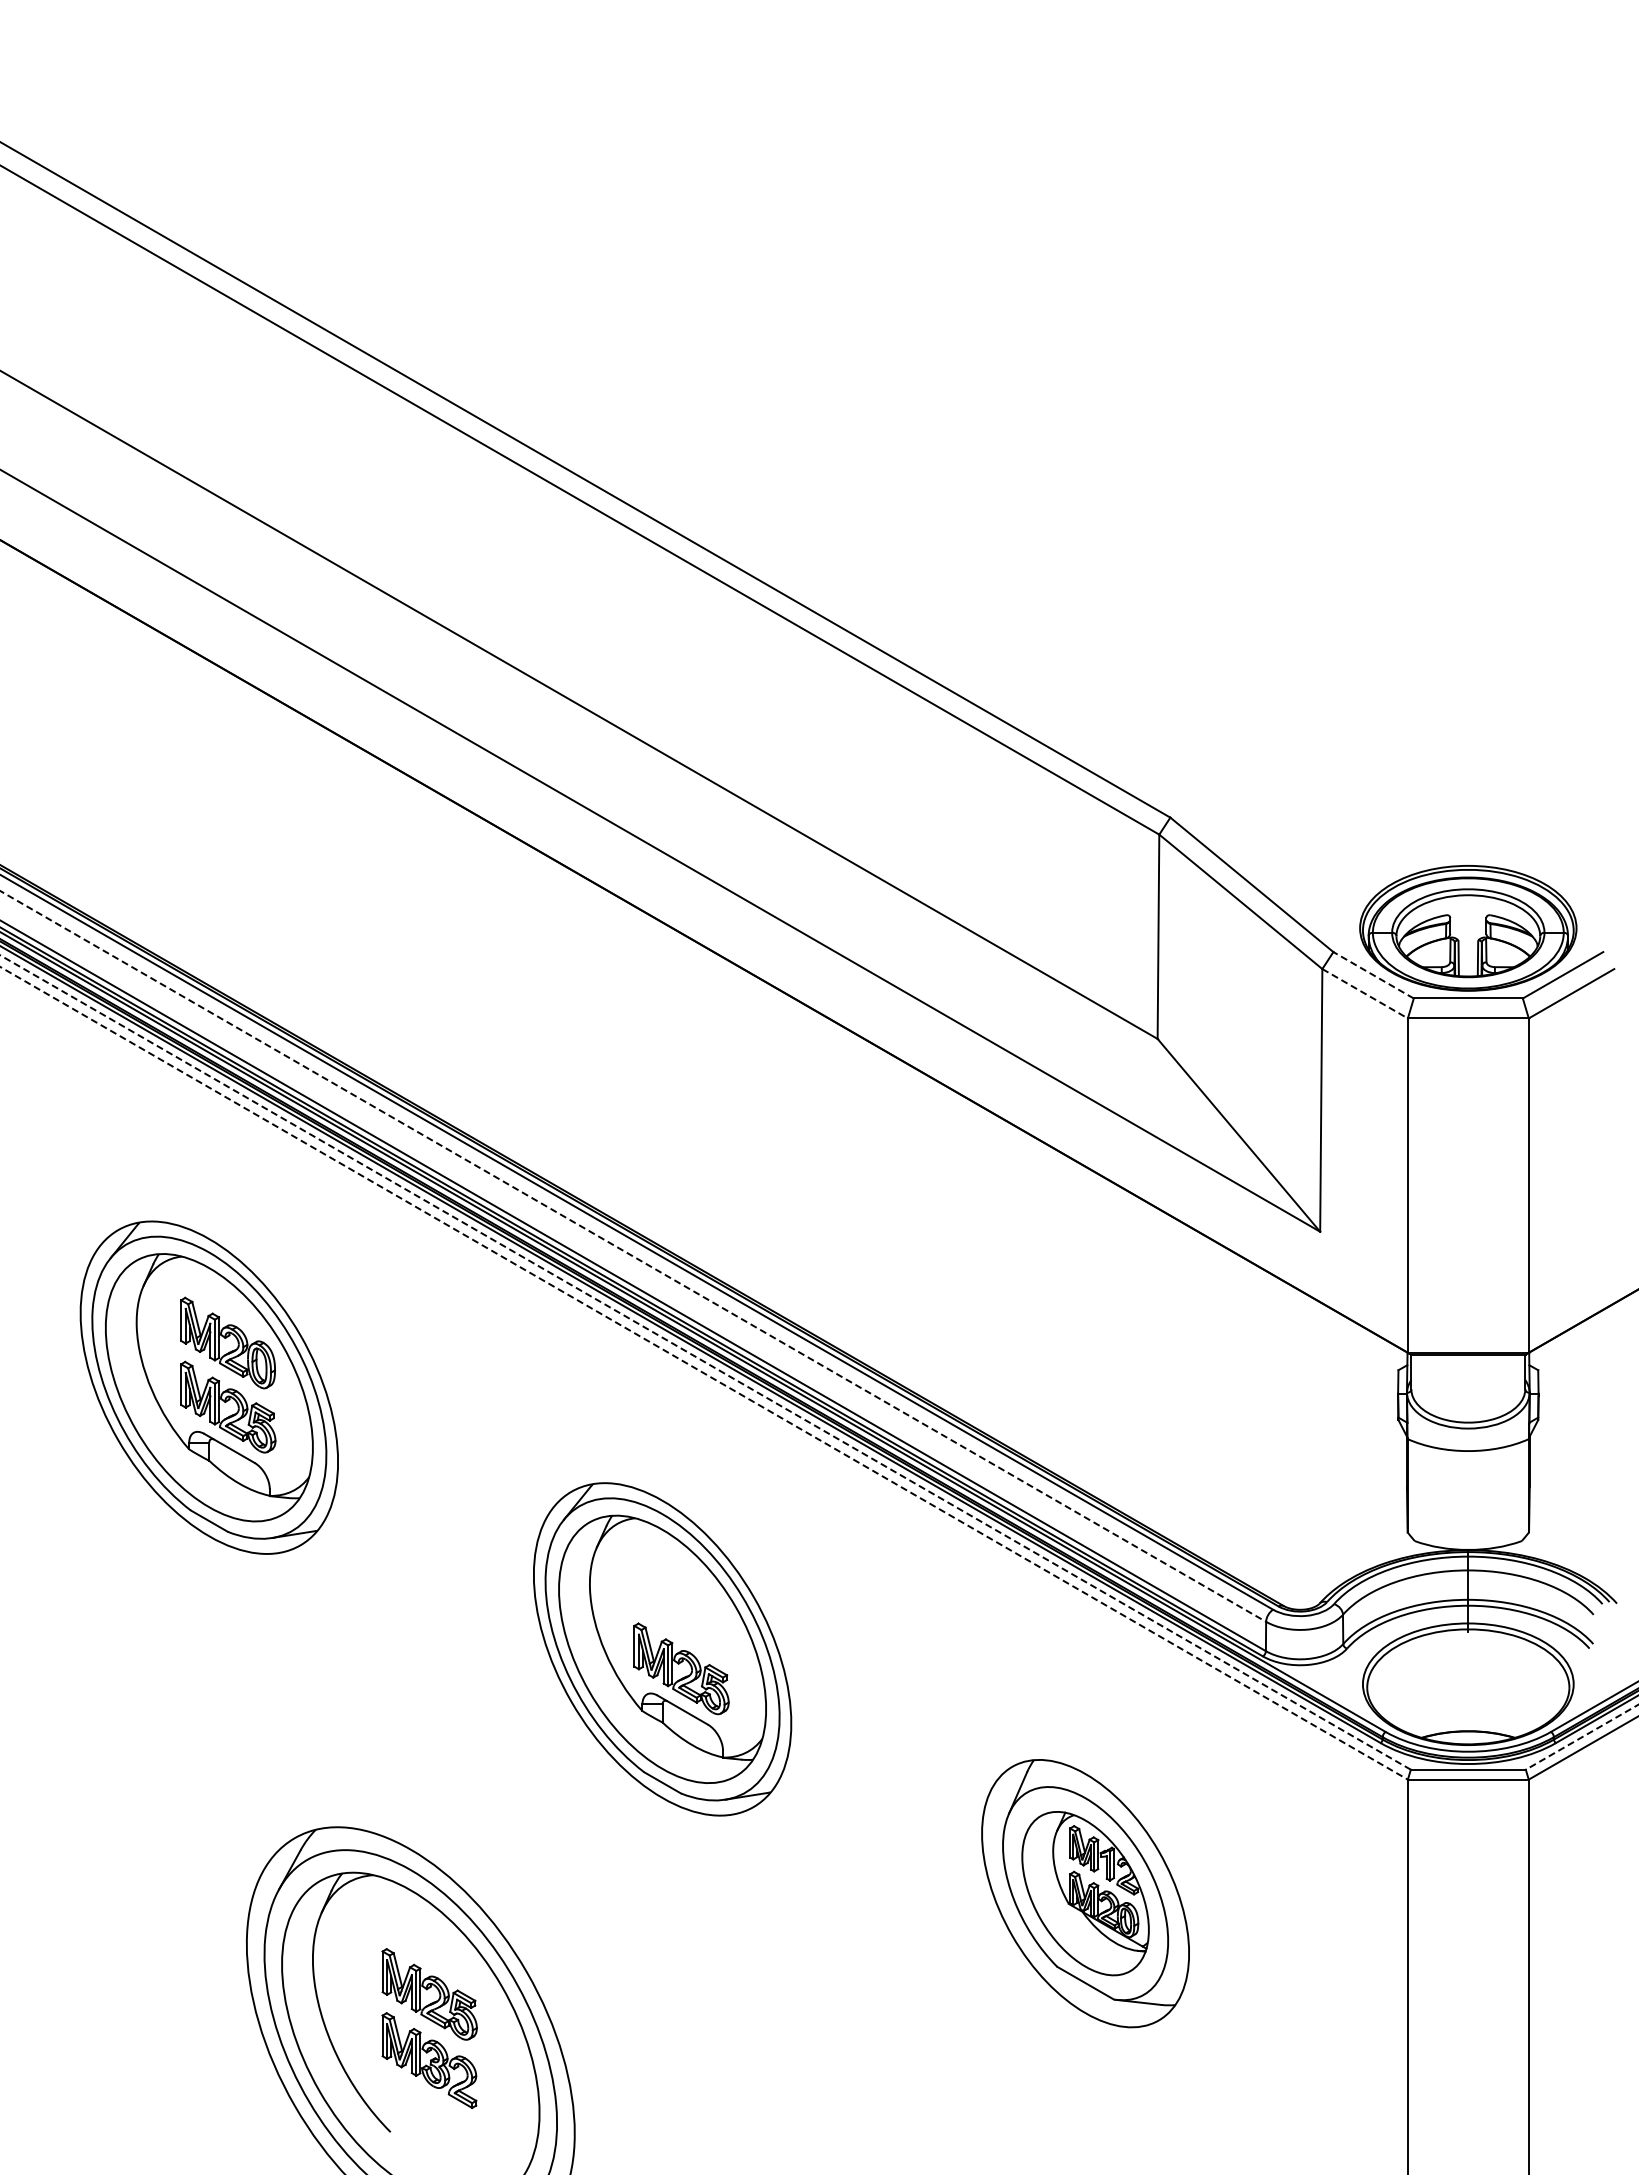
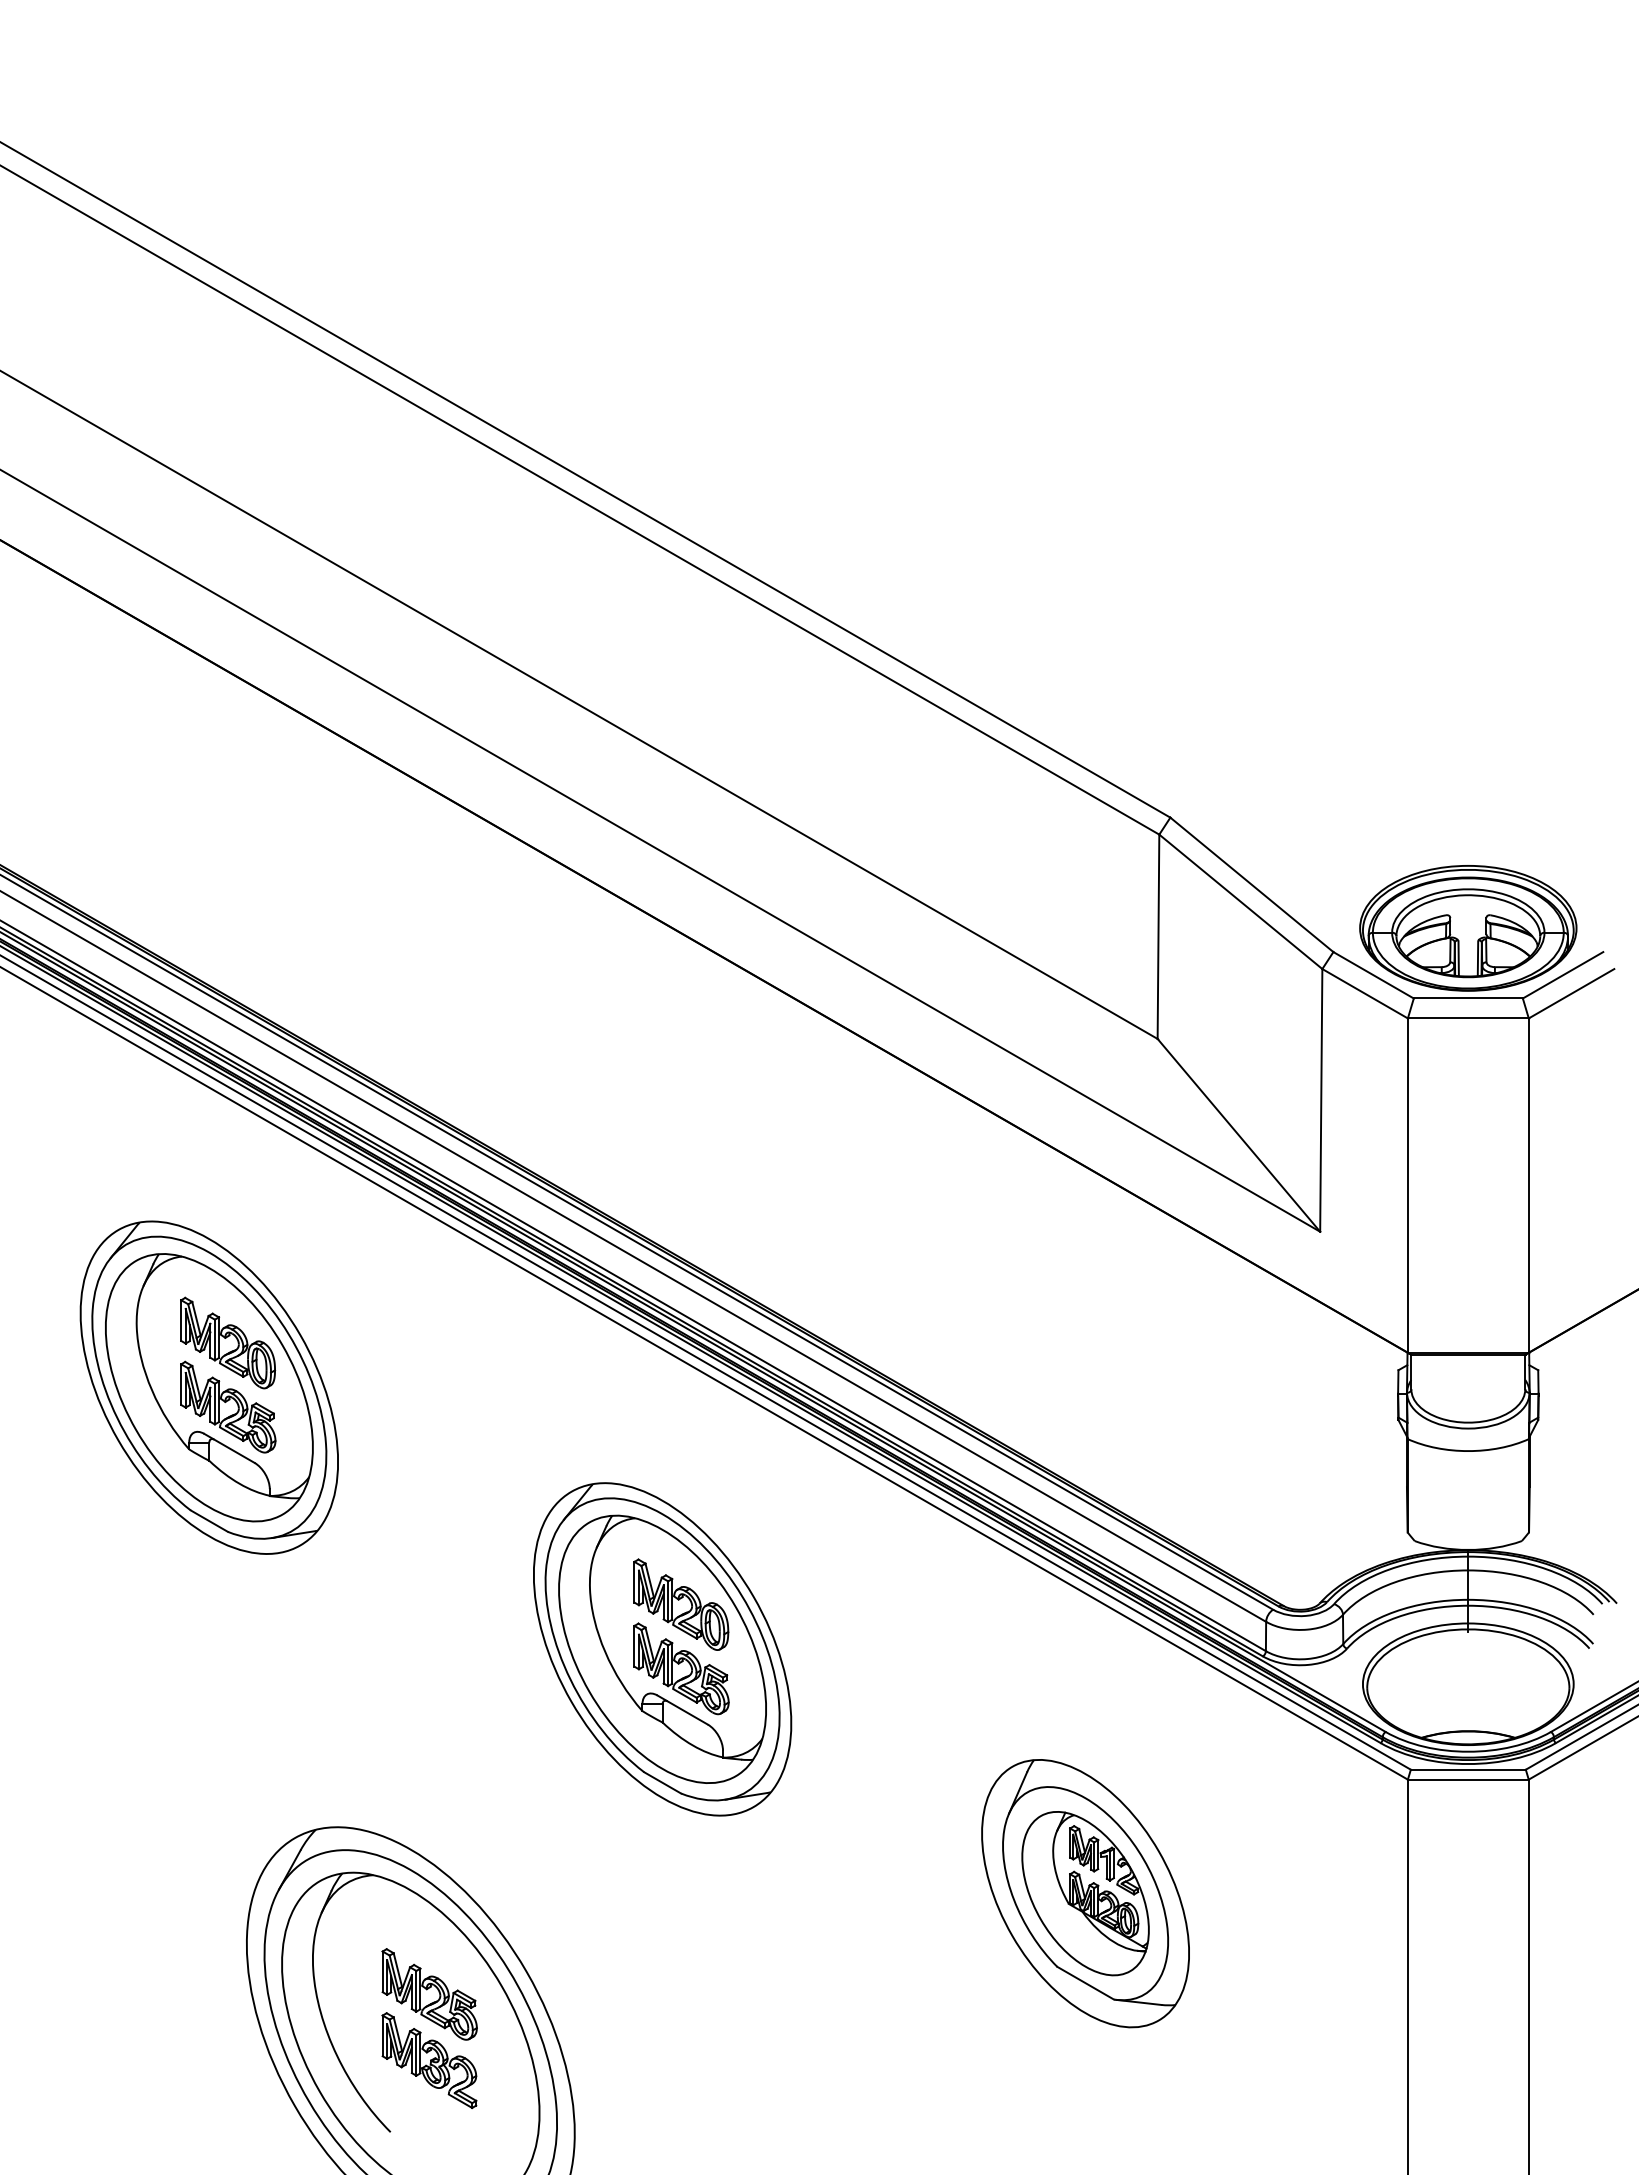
line at (1373, 975): dashed -> solid
line at (1365, 993): dashed -> solid
line at (633, 1256): dashed -> solid
line at (705, 1362): dashed -> solid
line at (704, 1373): dashed -> solid
part at (681, 1604): none -> present
line at (1582, 1737): dashed -> solid
